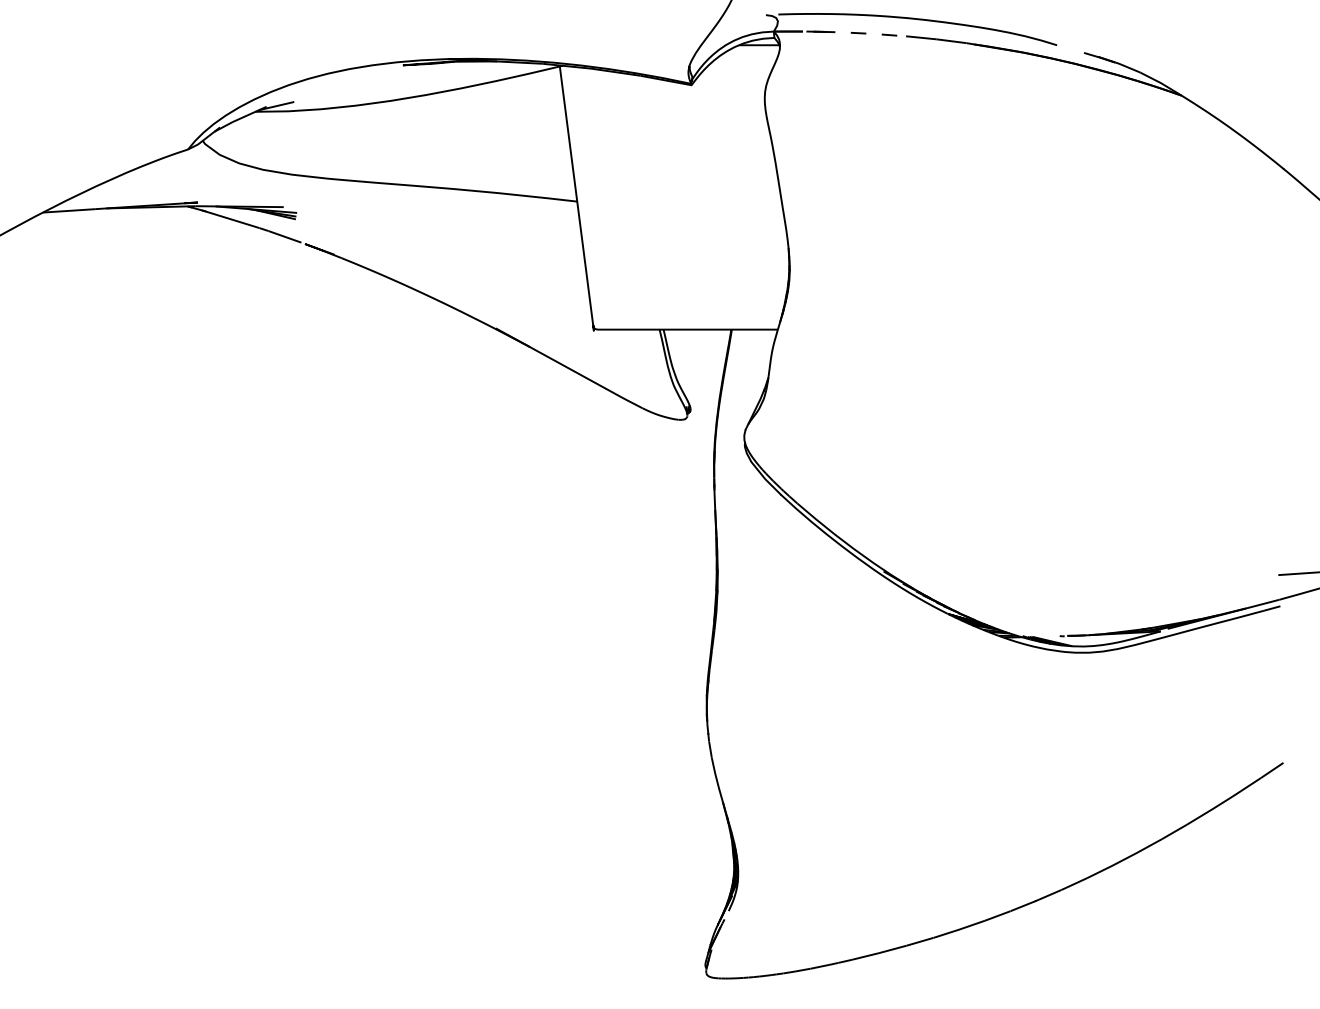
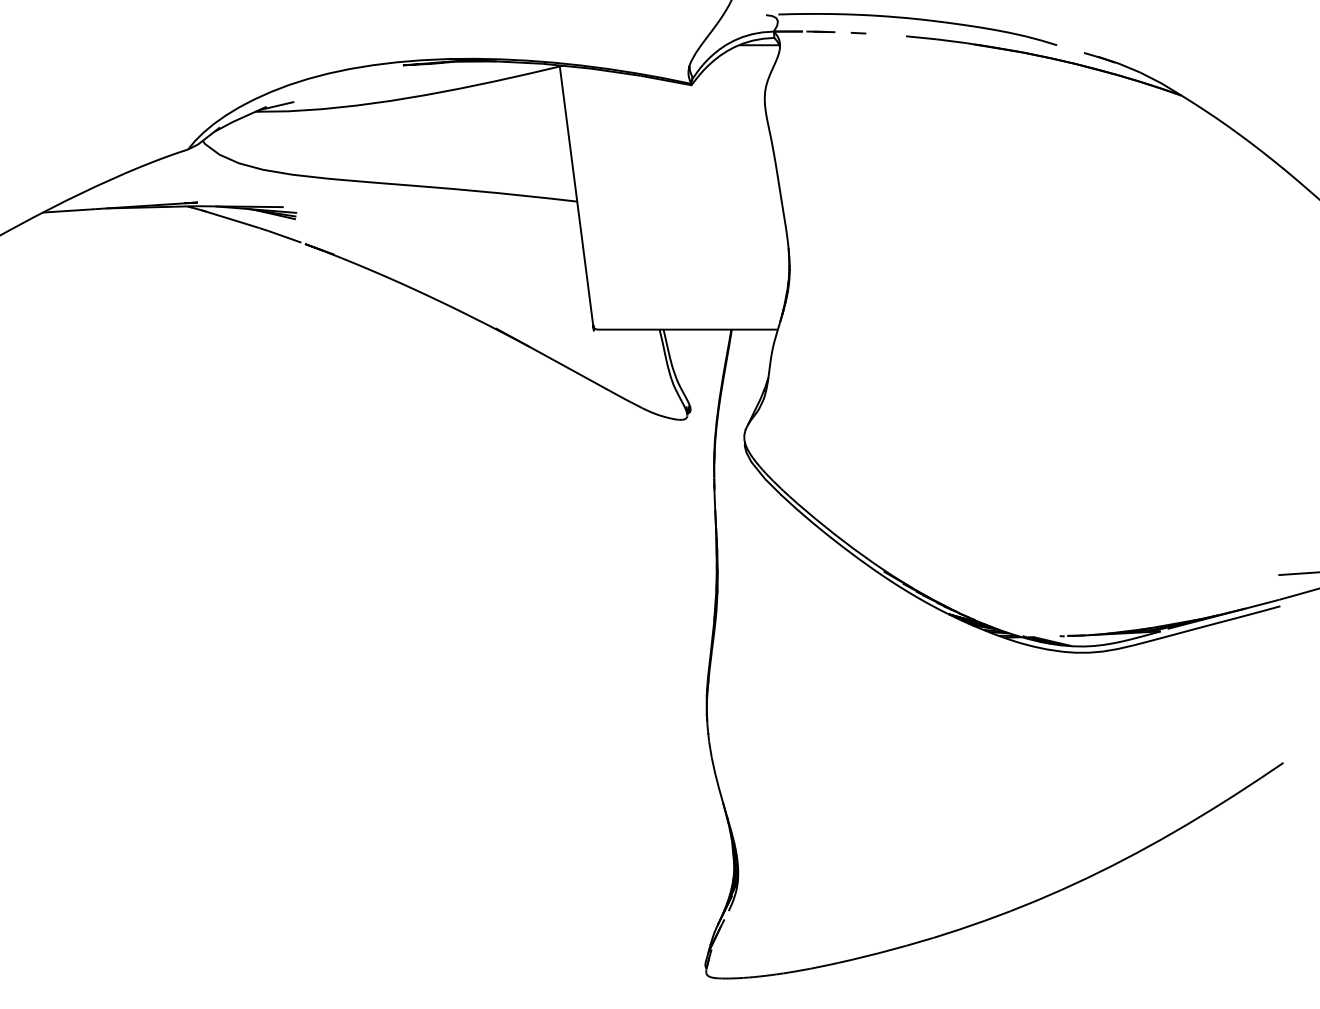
line at (889, 34): present -> none
